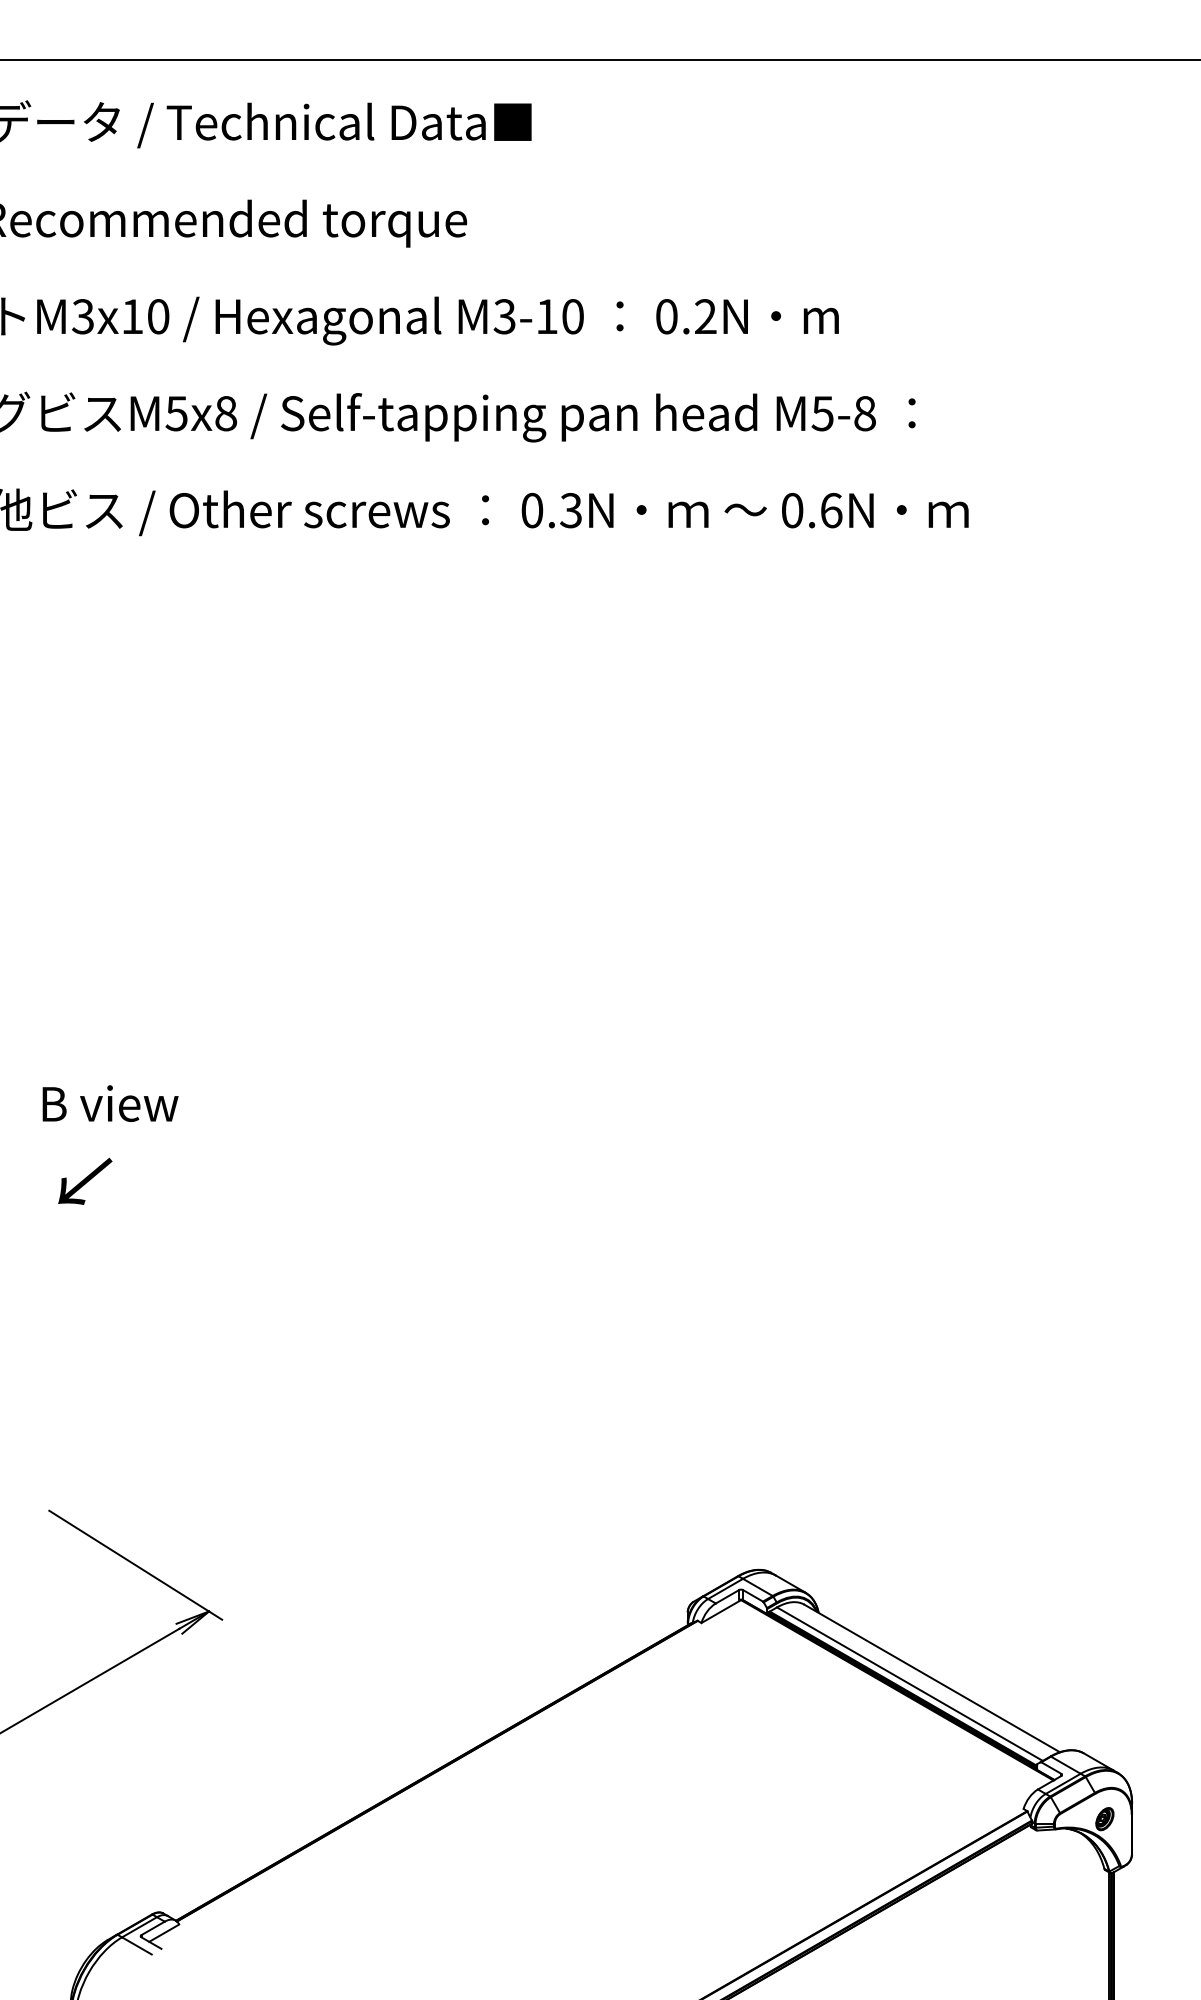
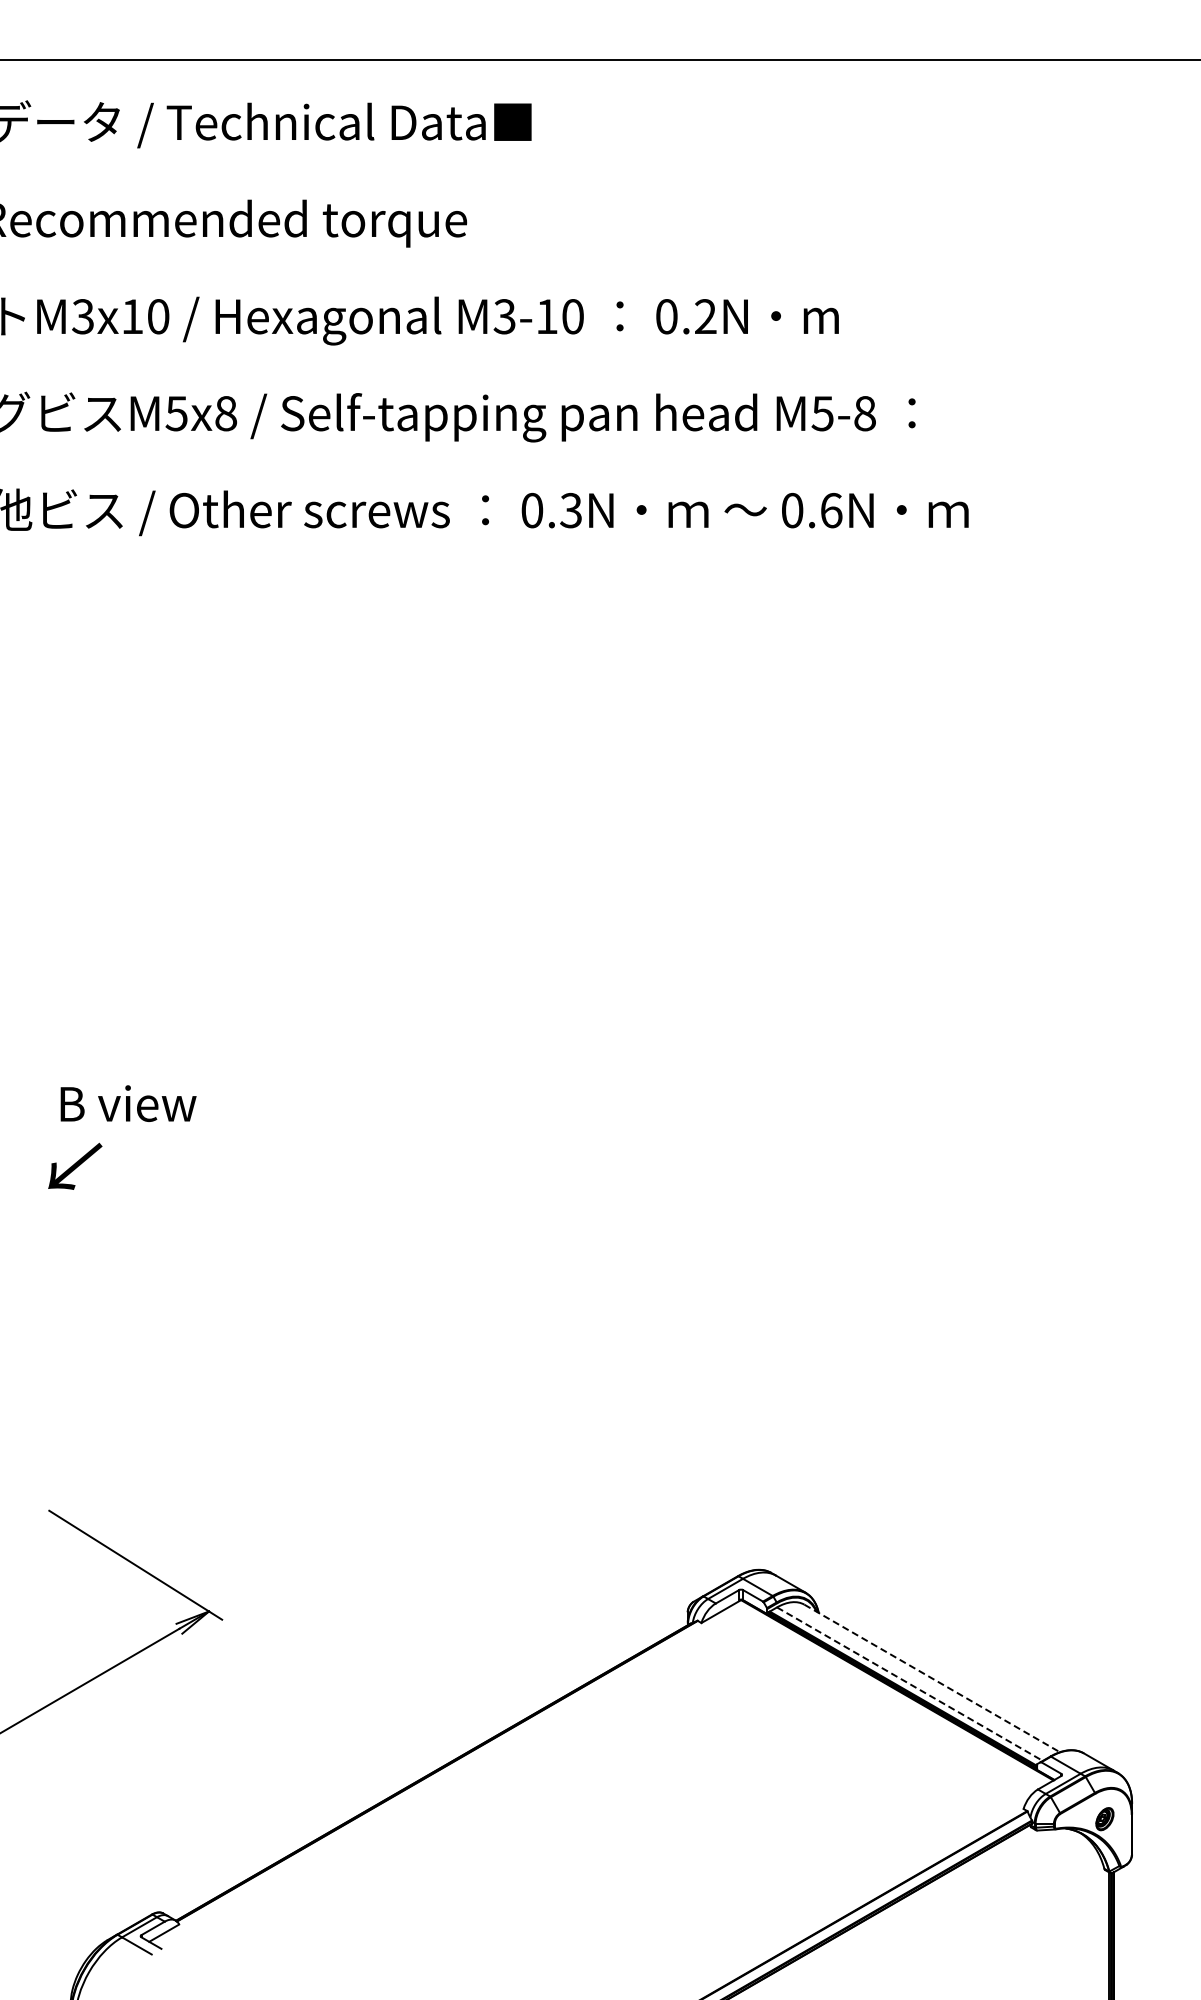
text at (110, 1103) position: (110, 1103) -> (128, 1103)
text at (85, 1180) position: (85, 1180) -> (75, 1165)
line at (932, 1678): solid -> dashed
line at (910, 1684): solid -> dashed
